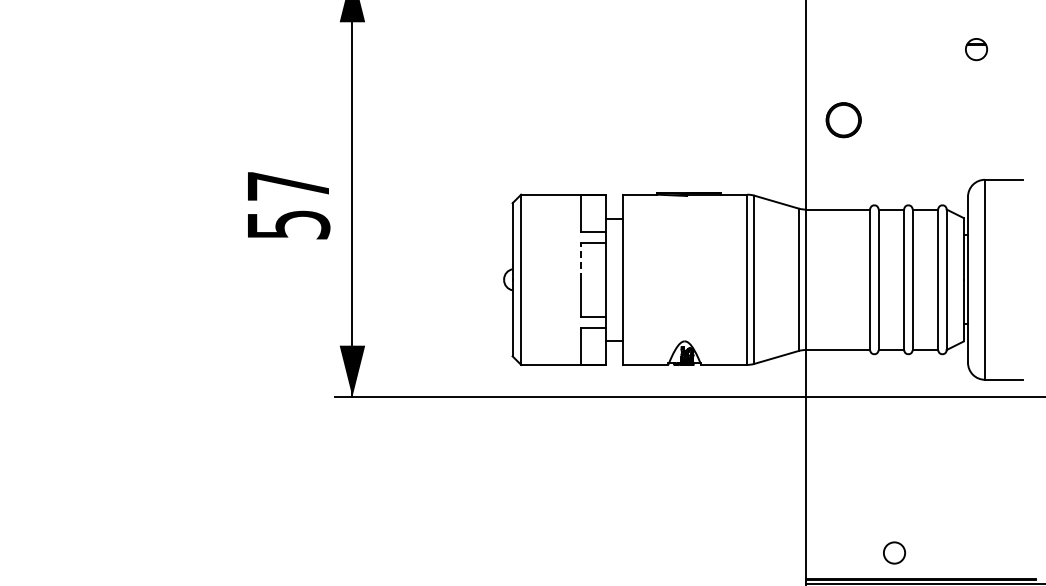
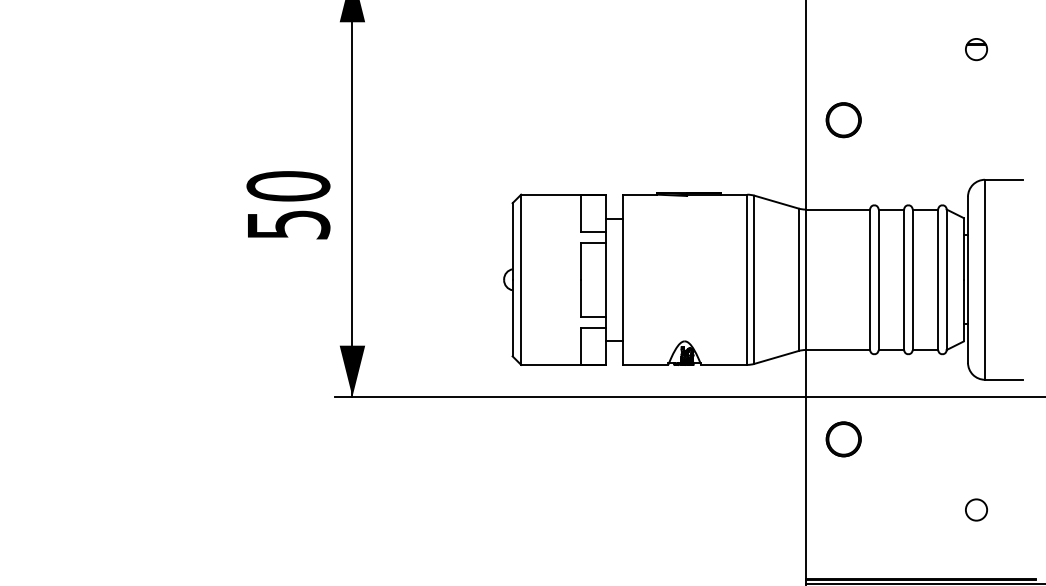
text at (288, 186): 57 -> 50
line at (580, 261): dashed -> solid
part at (843, 439): none -> present
circle at (894, 552) position: (894, 552) -> (976, 509)
